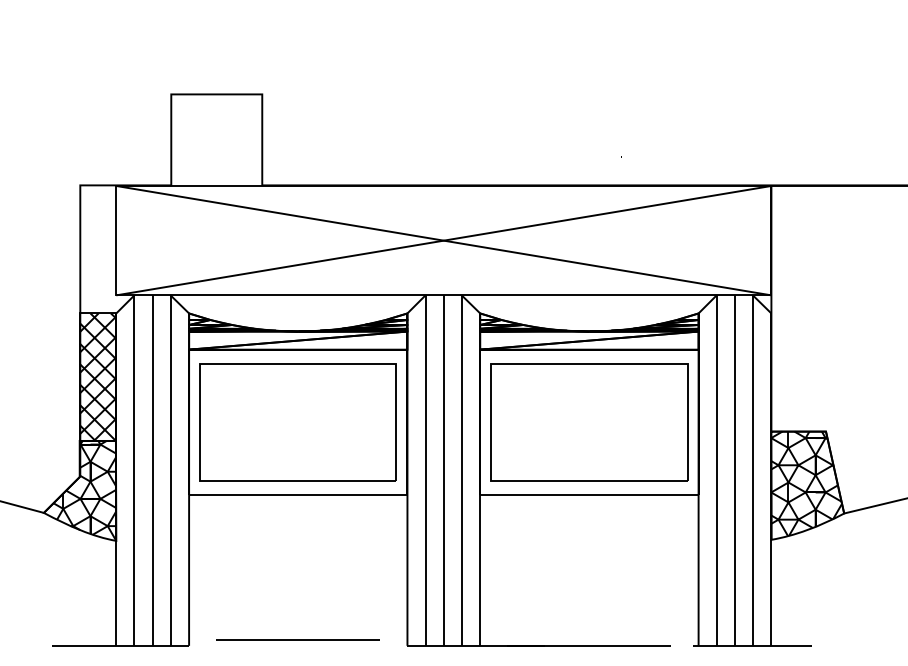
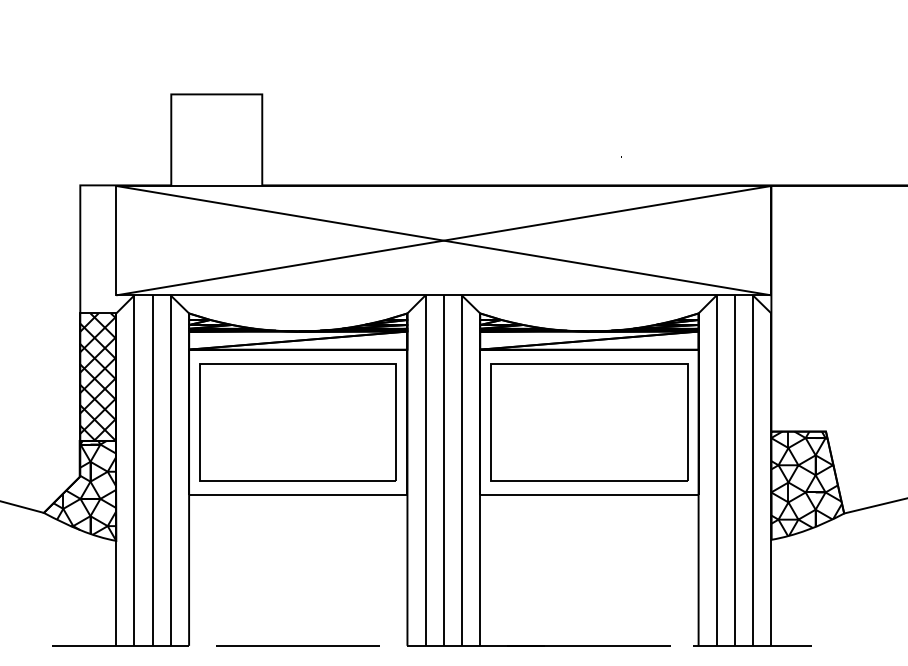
line at (297, 639) position: (297, 639) -> (297, 645)
